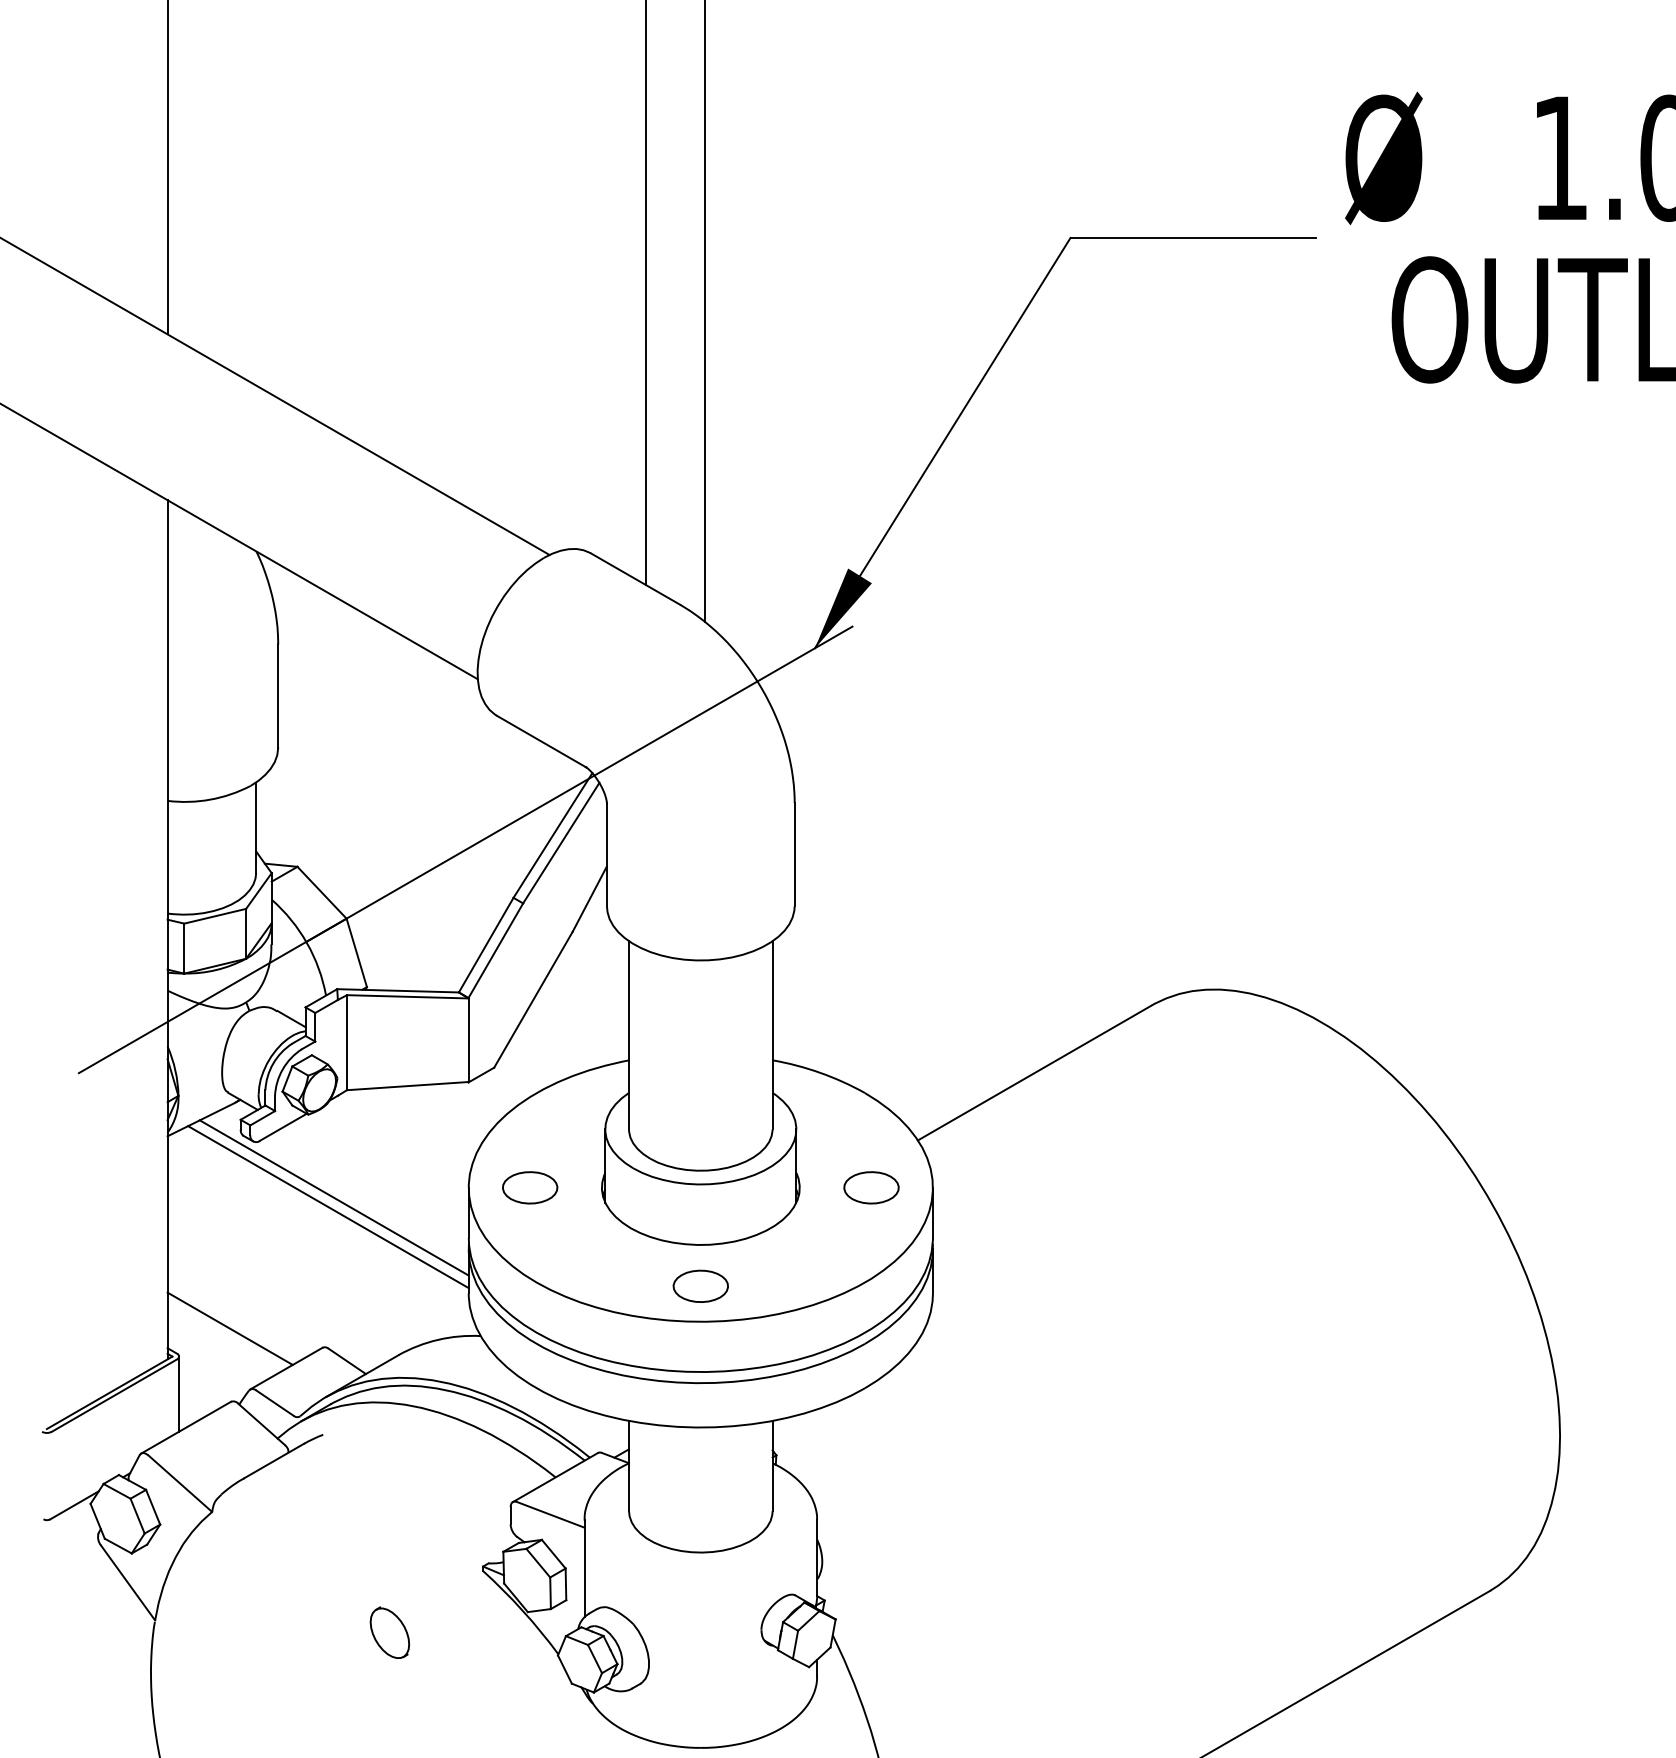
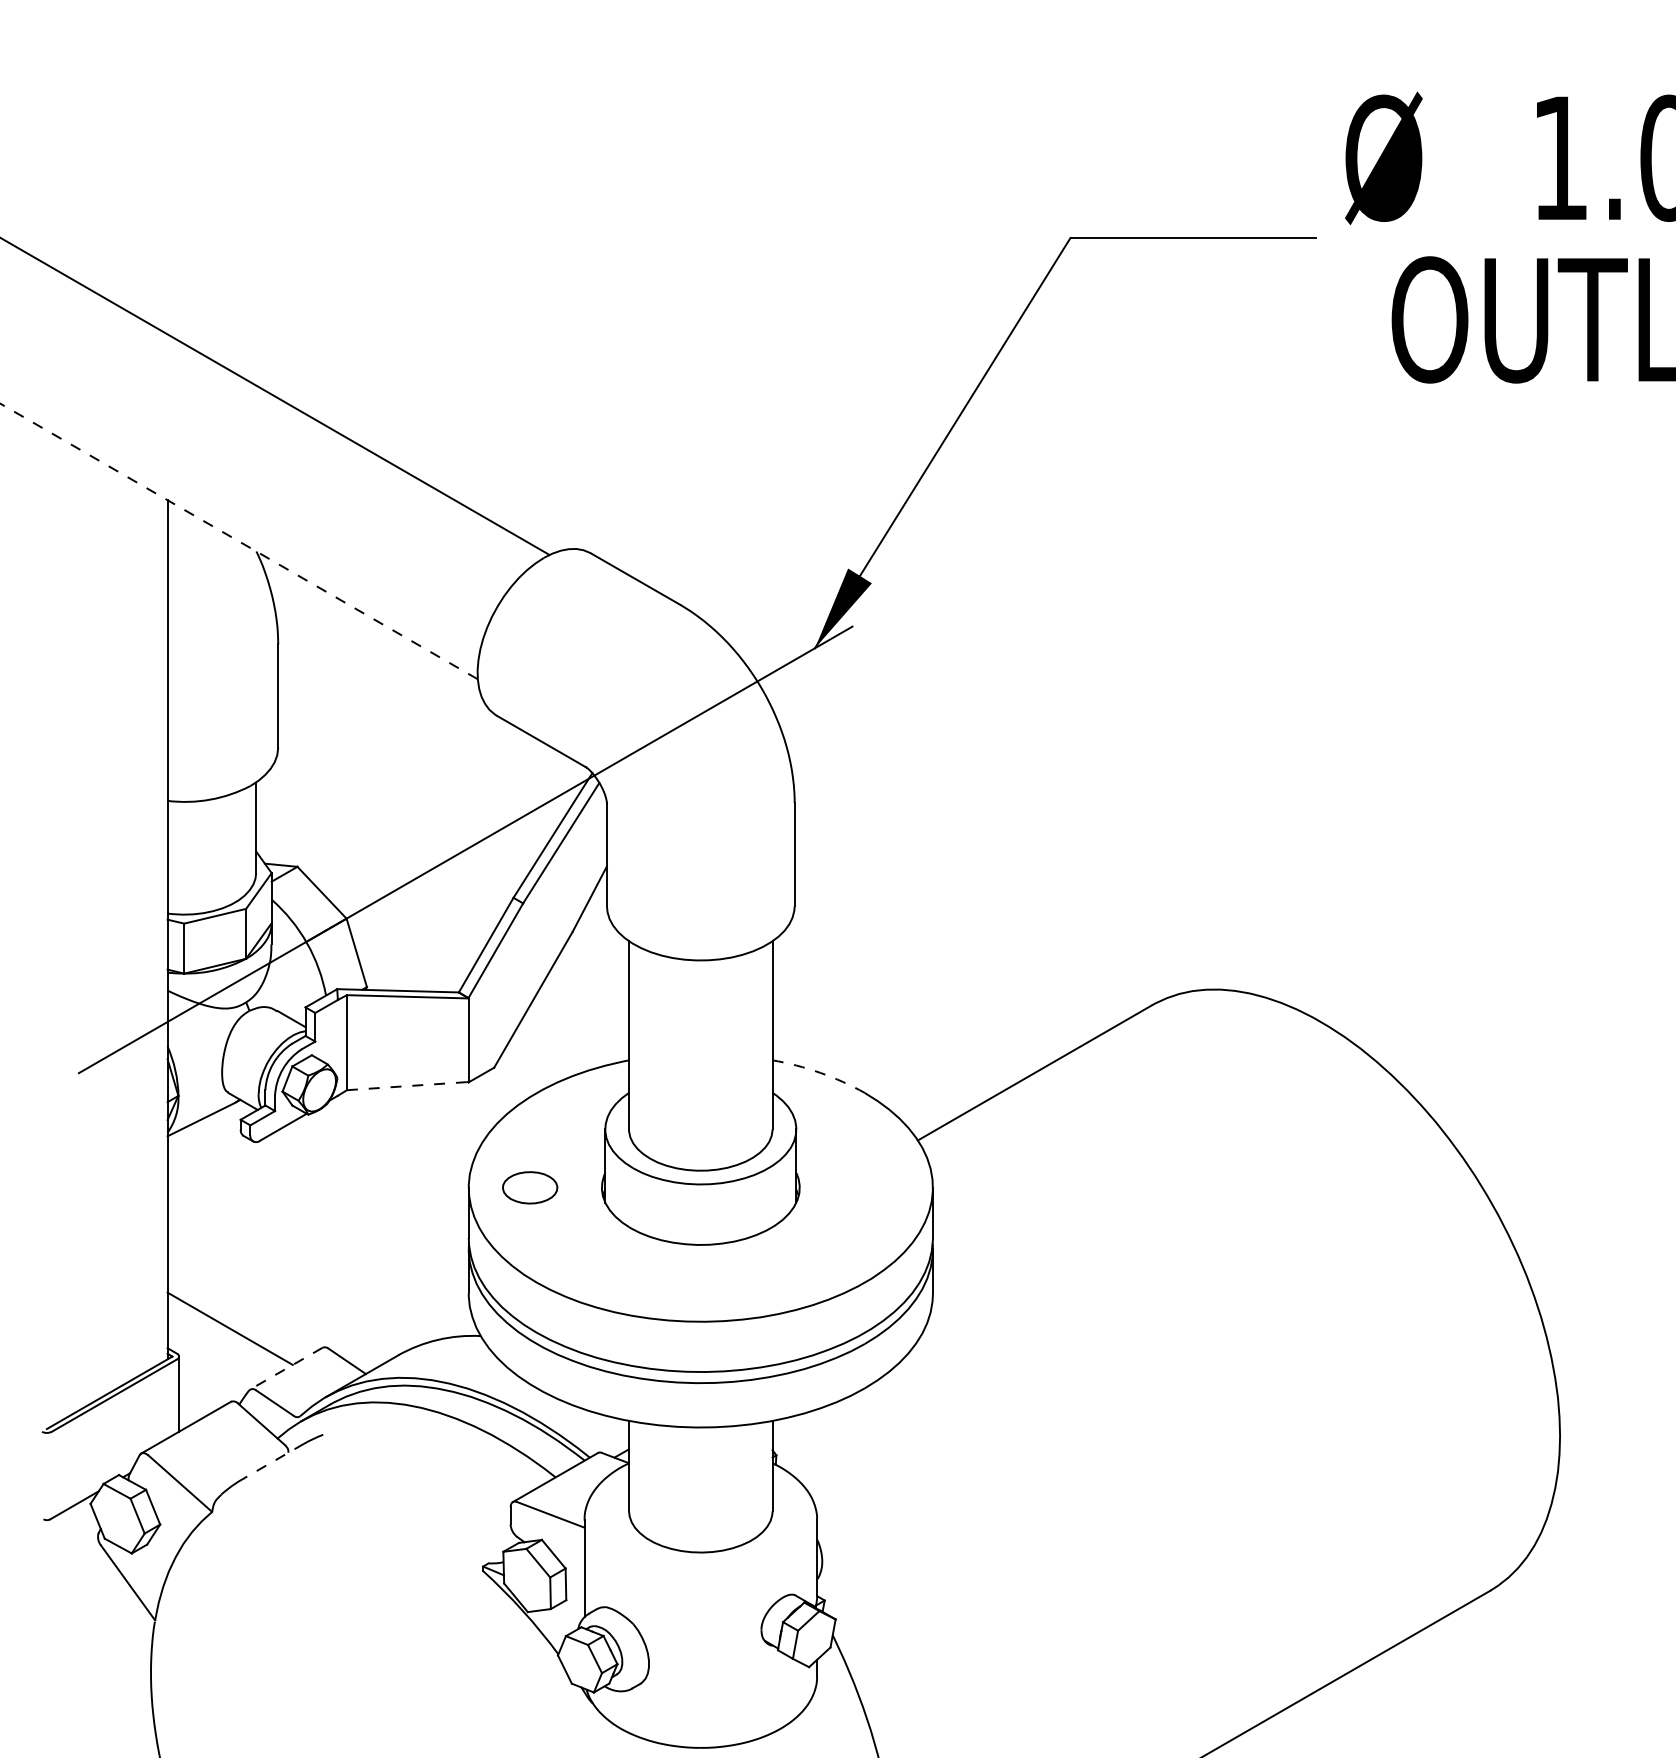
line at (167, 168): present -> none
line at (645, 293): present -> none
line at (704, 311): present -> none
line at (239, 541): solid -> dashed
arc at (820, 1072): solid -> dashed
line at (407, 1086): solid -> dashed
part at (871, 1187): present -> none
line at (333, 1197): present -> none
line at (328, 1207): present -> none
part at (700, 1285): present -> none
line at (286, 1368): solid -> dashed
line at (274, 1461): solid -> dashed
part at (389, 1632): present -> none
